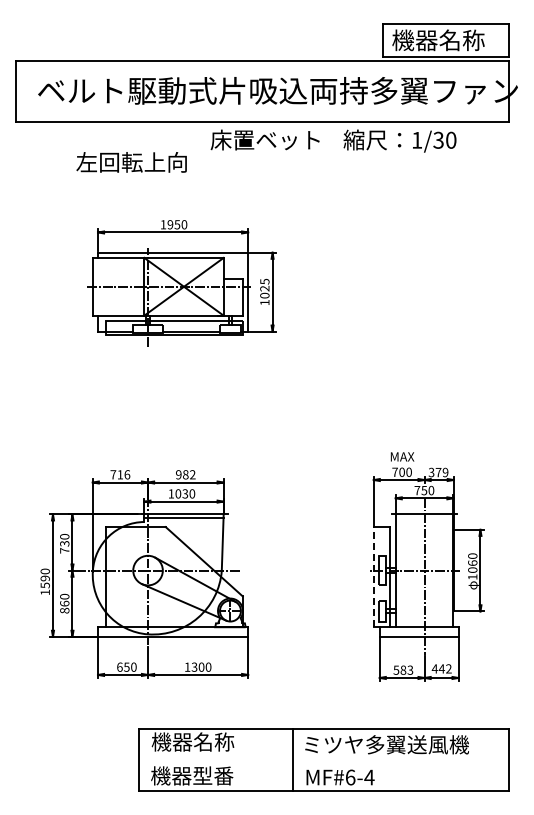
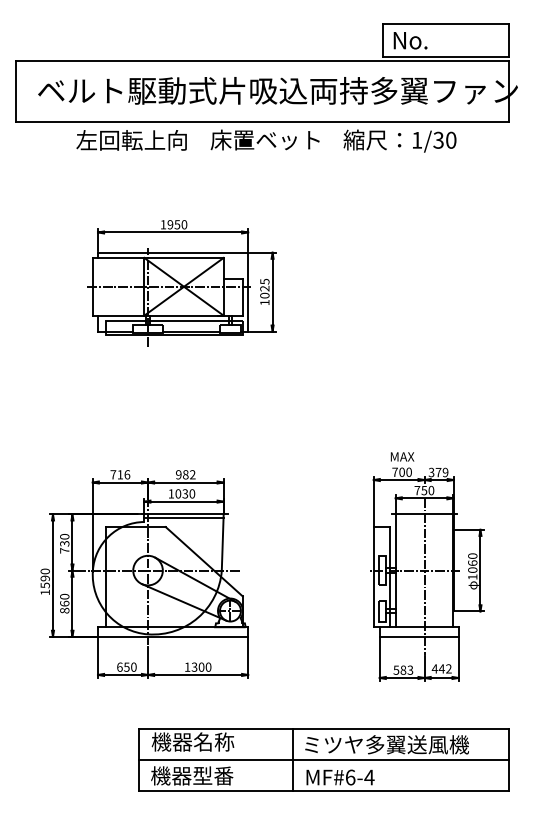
text at (438, 40): 機器名称 -> No.
text at (131, 162) position: (131, 162) -> (131, 140)
line at (373, 576): dashed -> solid
line at (323, 759): none -> present
